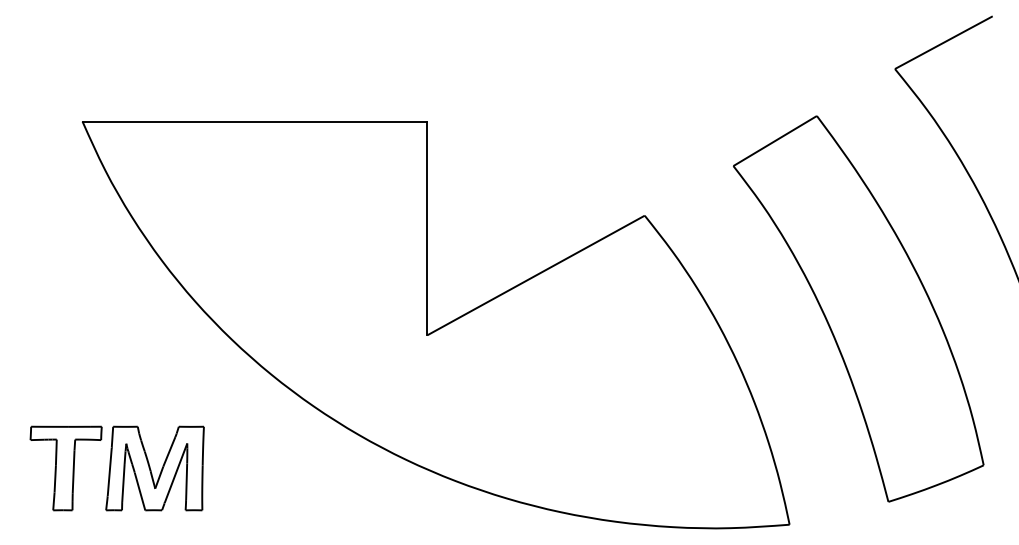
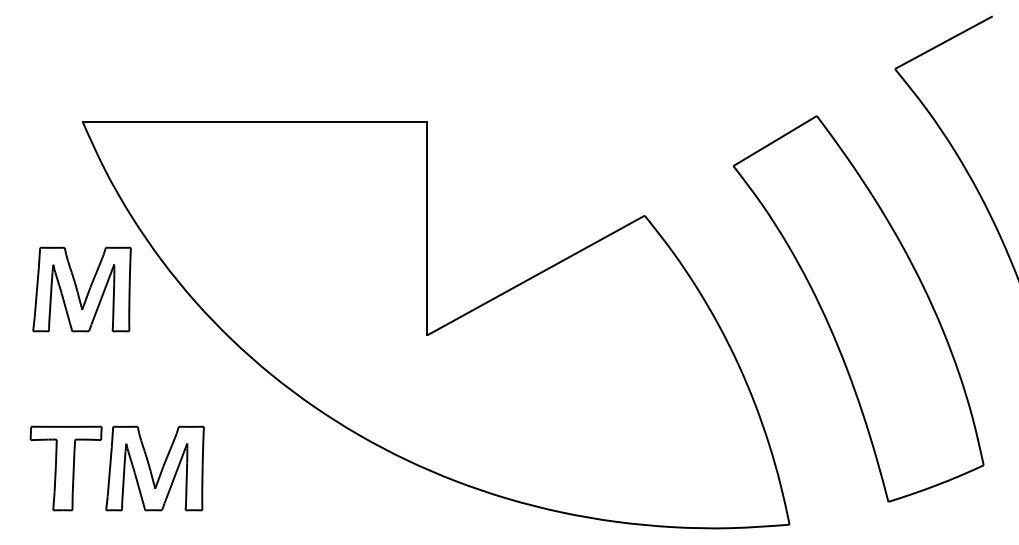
part at (81, 289): none -> present
